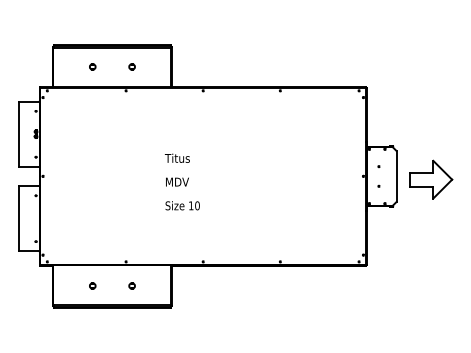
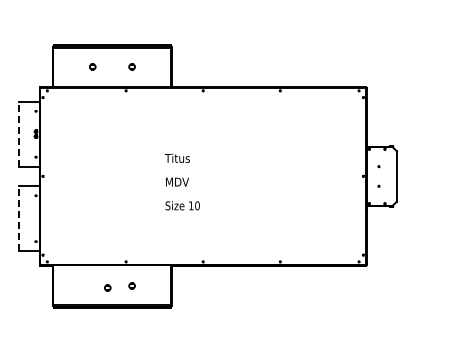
line at (18, 133): solid -> dashed
part at (431, 179): present -> none
line at (18, 218): solid -> dashed
part at (92, 285) position: (92, 285) -> (107, 287)
